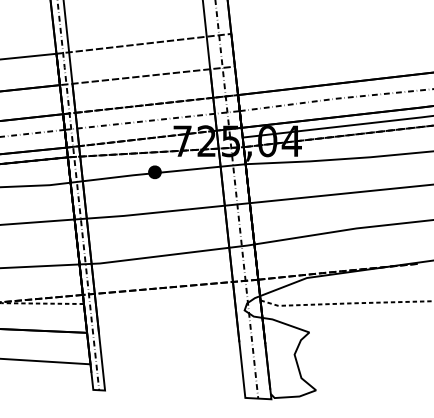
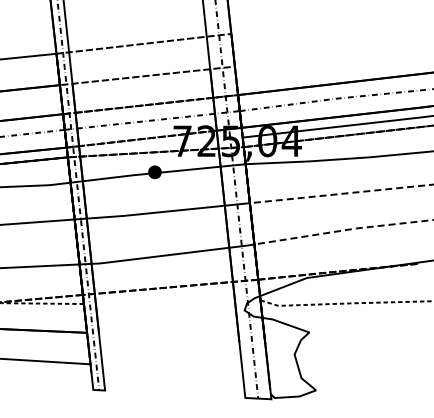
line at (341, 193): solid -> dashed
line at (343, 230): solid -> dashed
